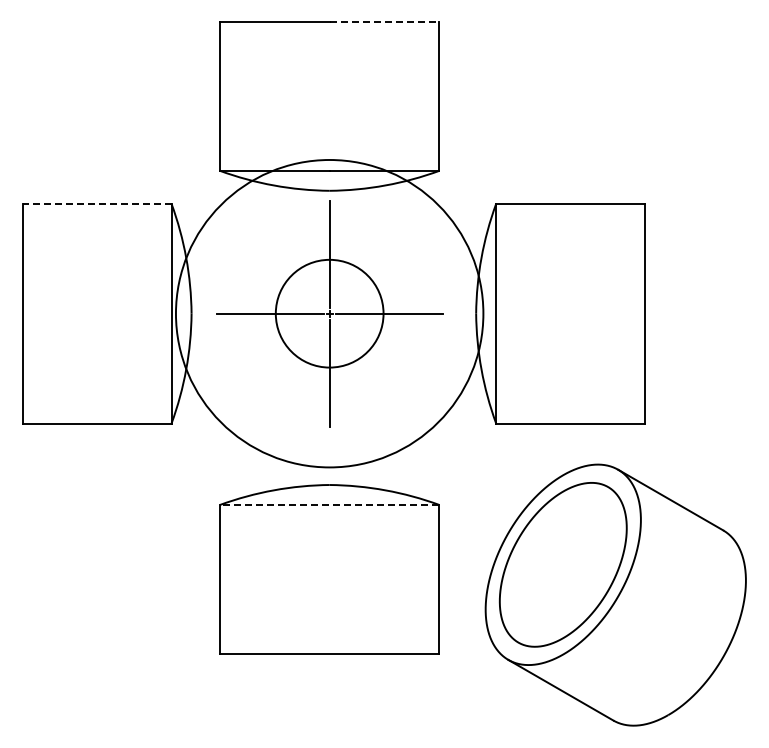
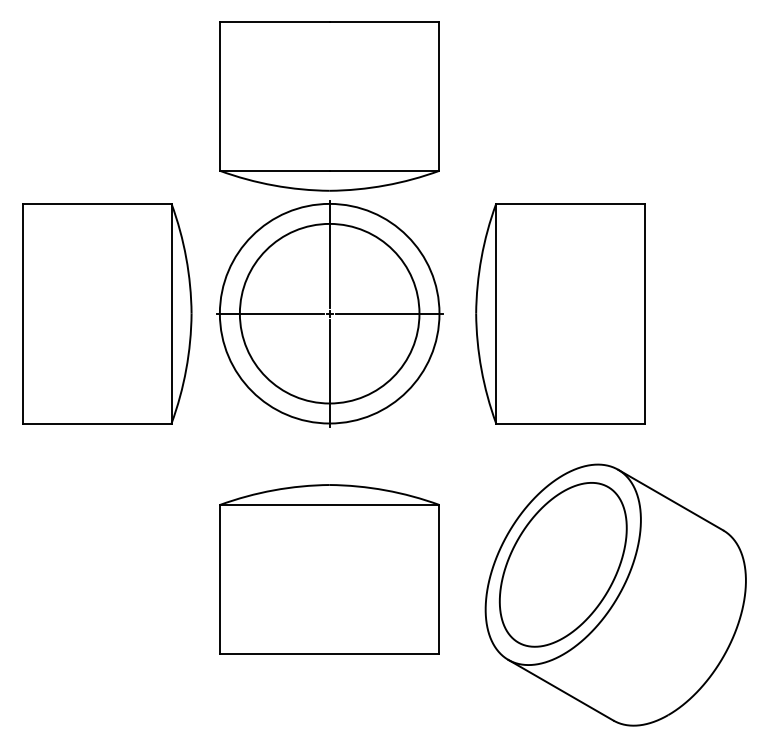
line at (384, 22): dashed -> solid
line at (96, 203): dashed -> solid
circle at (329, 313) diameter: 108 px -> 180 px
circle at (329, 313) diameter: 307 px -> 220 px
line at (329, 505): dashed -> solid
